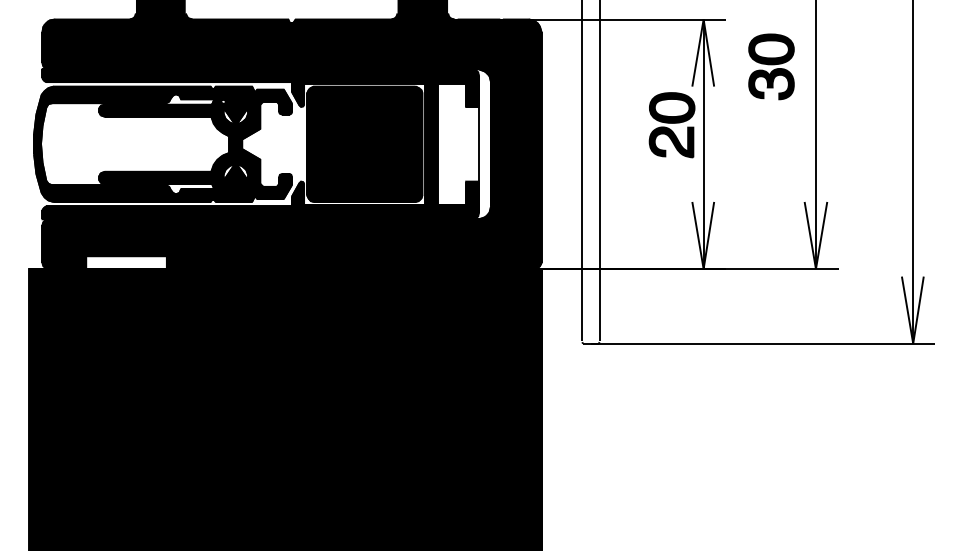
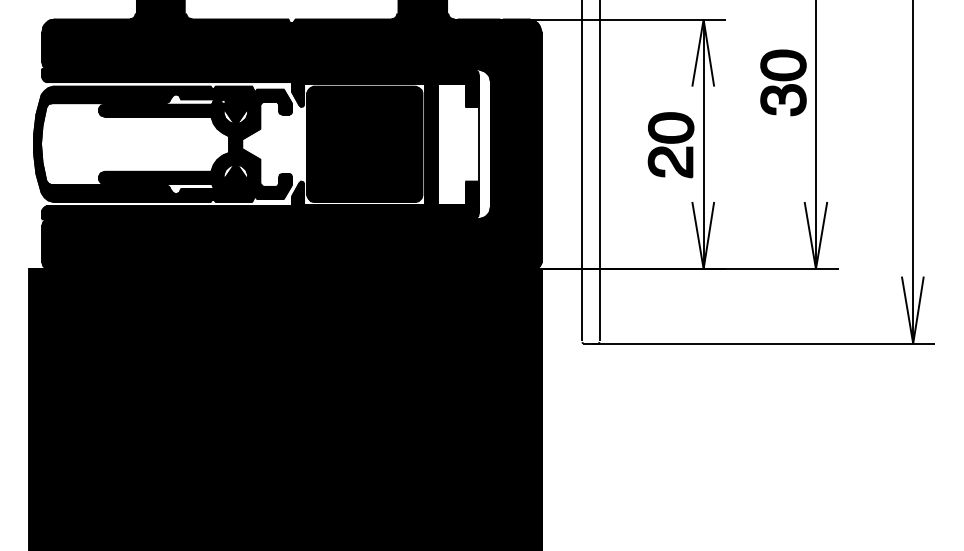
part at (771, 66) position: (771, 66) -> (783, 82)
part at (671, 125) position: (671, 125) -> (670, 145)
fill at (126, 262): none -> present
